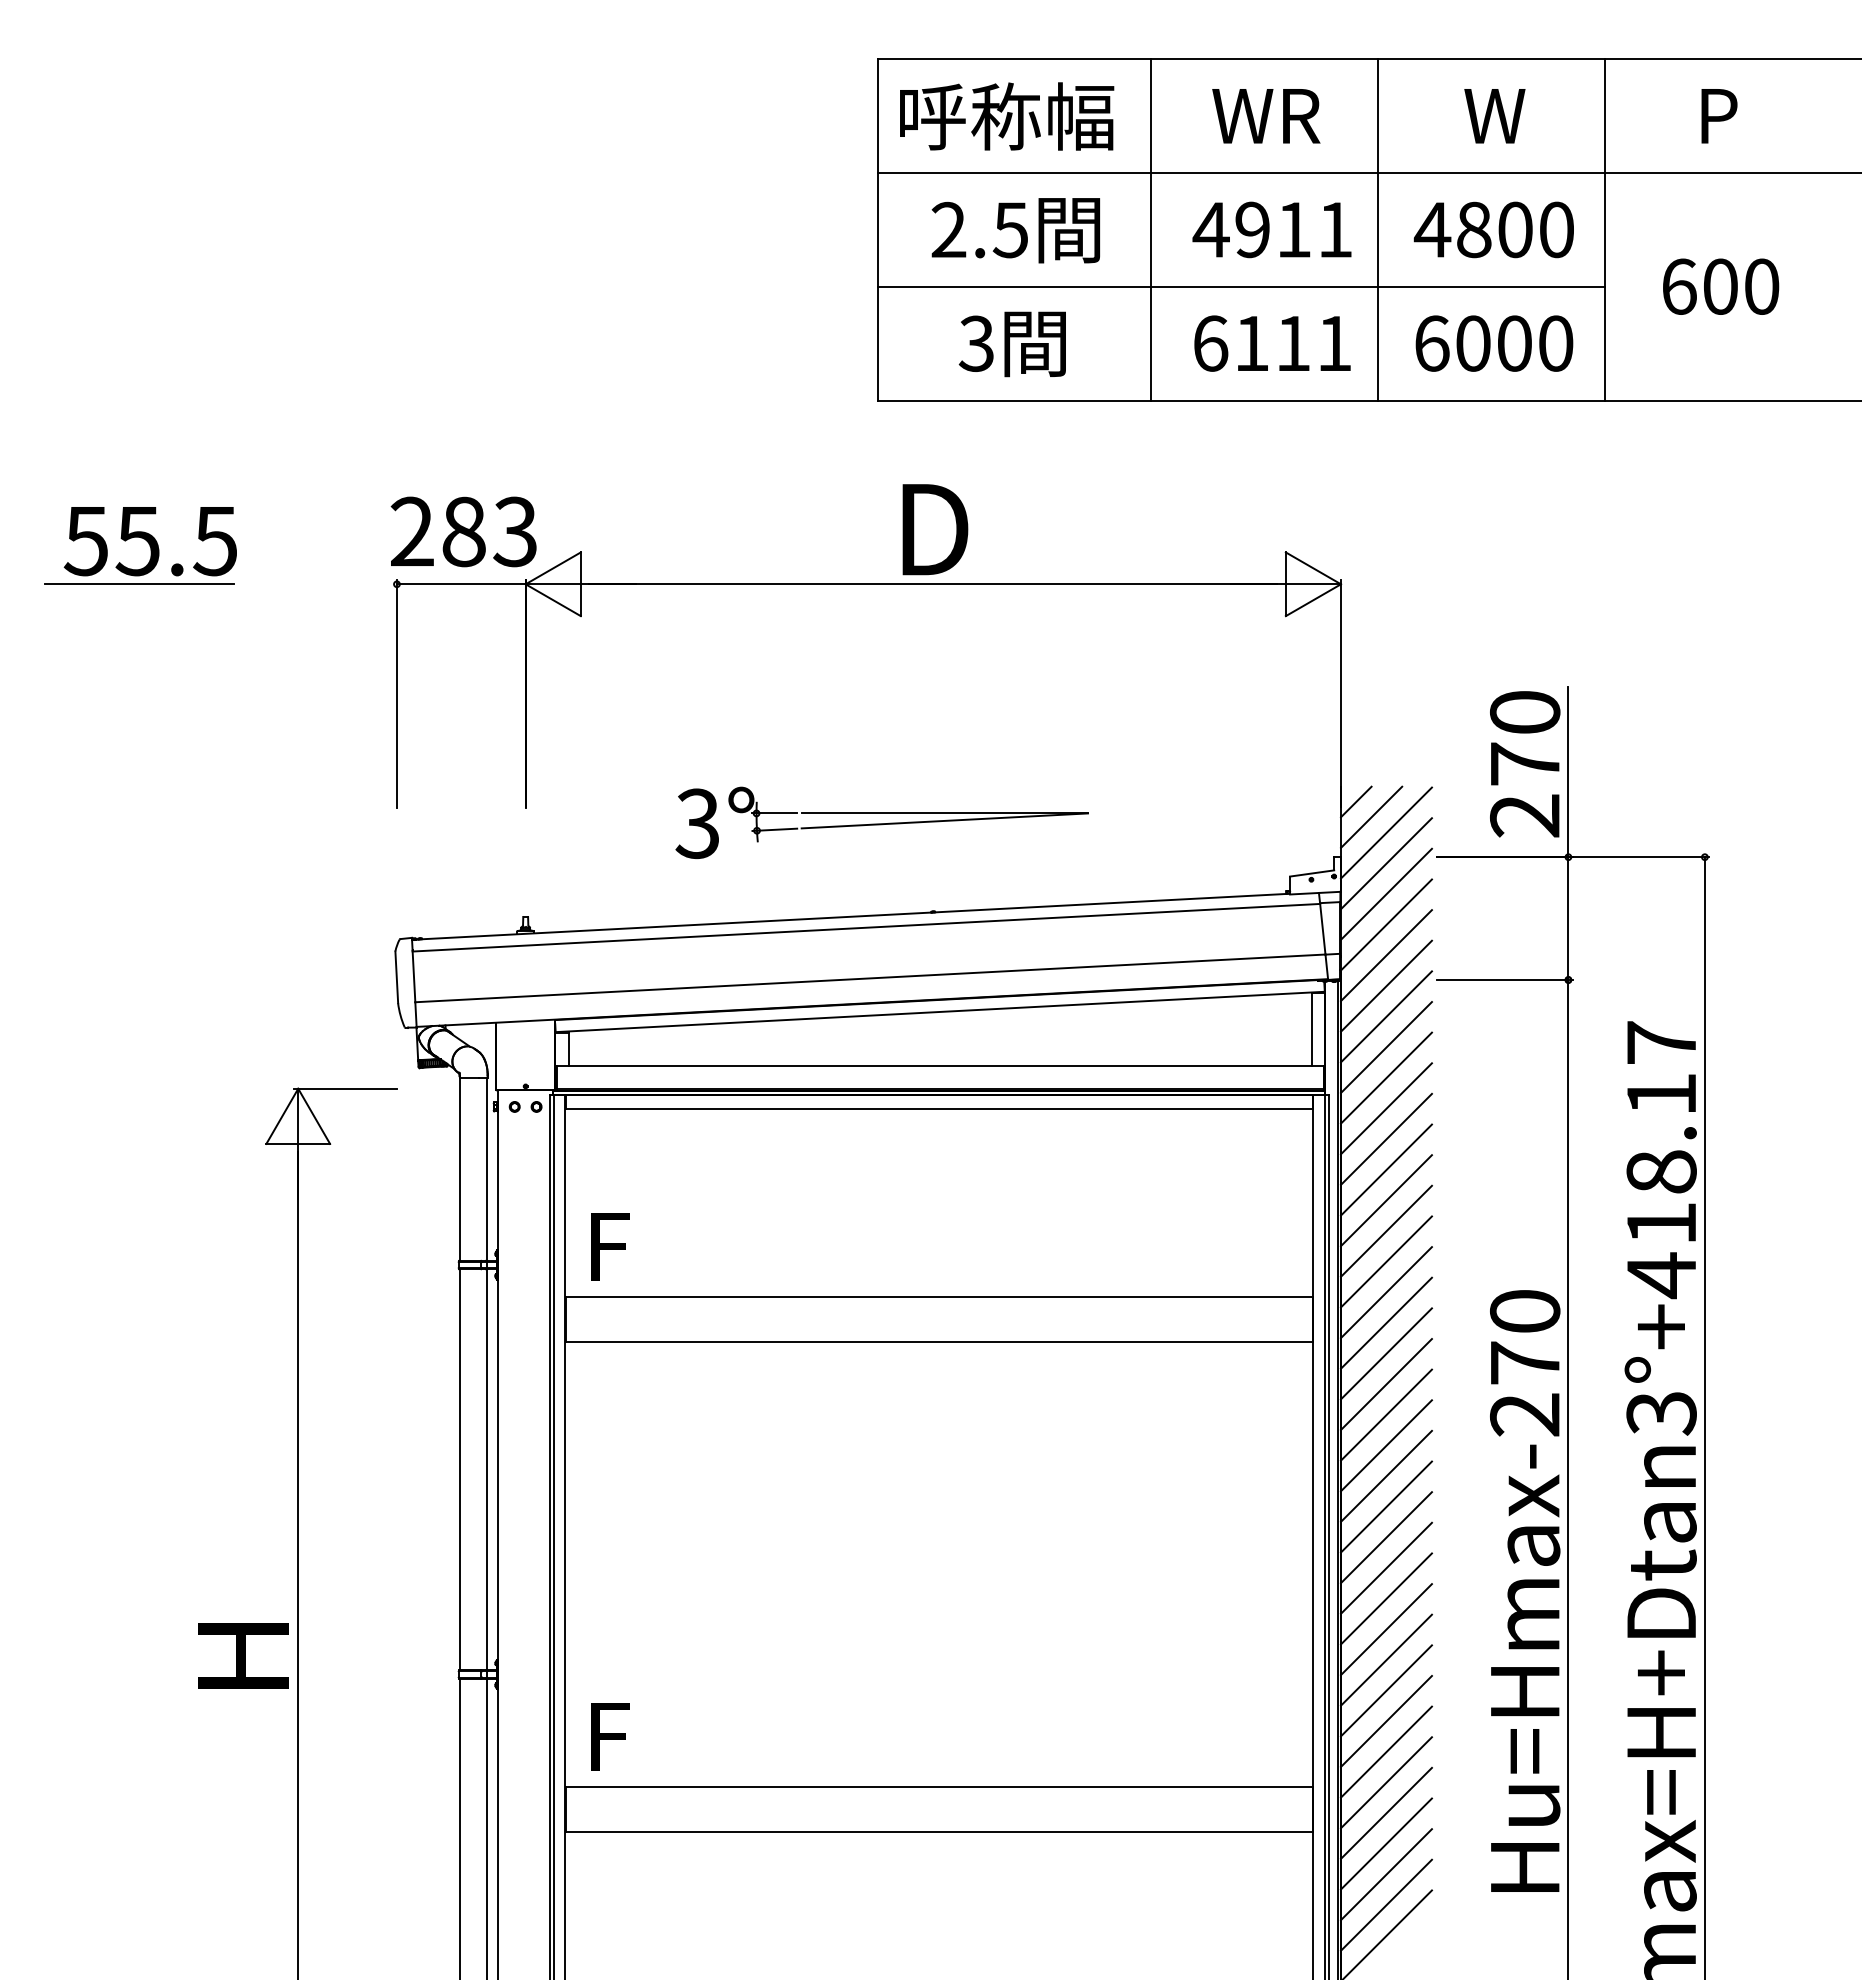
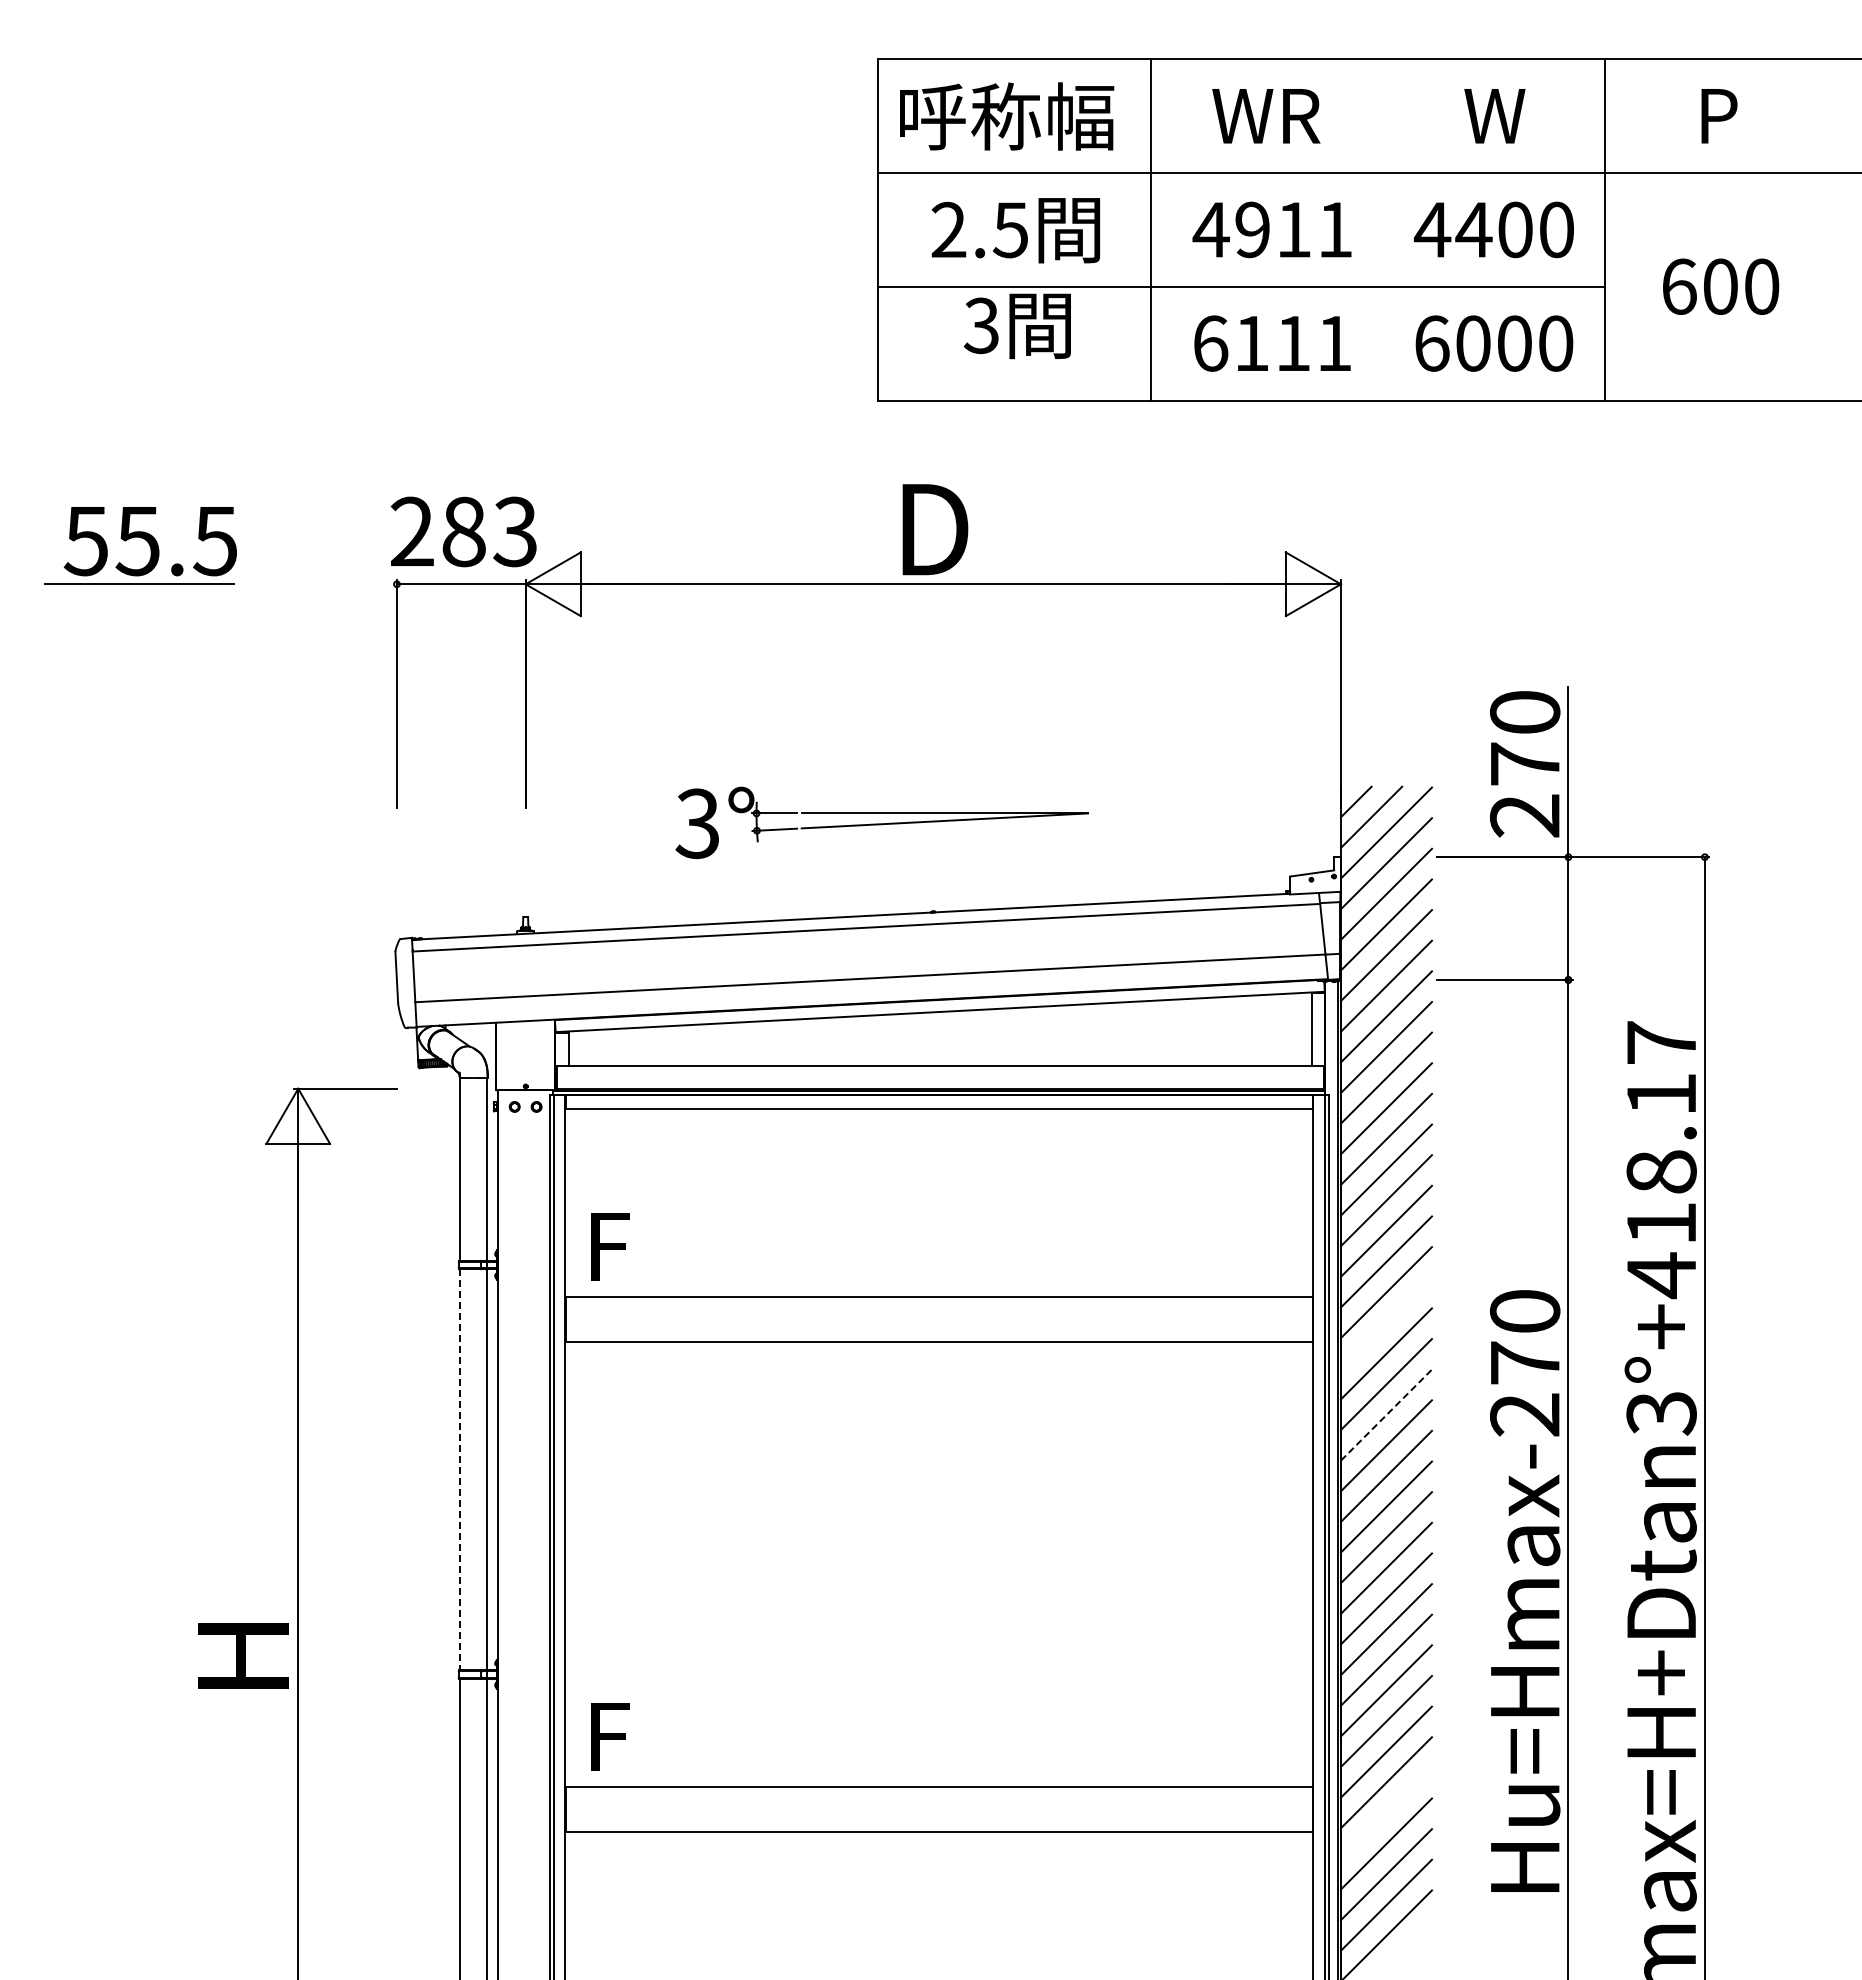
line at (1378, 229): present -> none
text at (1473, 229): 4800 -> 4400
text at (1011, 344) position: (1011, 344) -> (1016, 326)
line at (1386, 1322): present -> none
line at (1386, 1414): solid -> dashed
line at (460, 1469): solid -> dashed
line at (1386, 1812): present -> none
